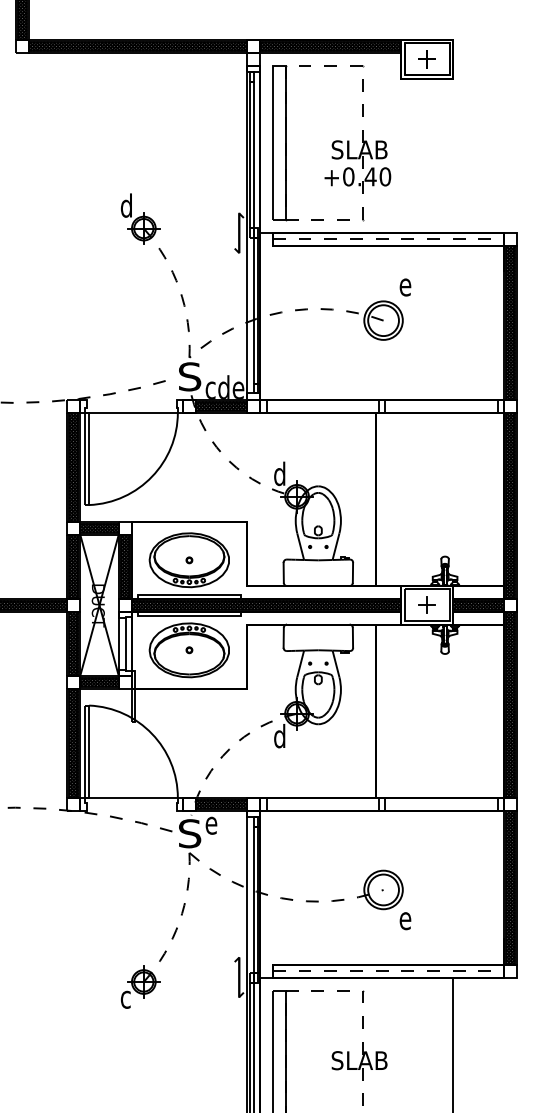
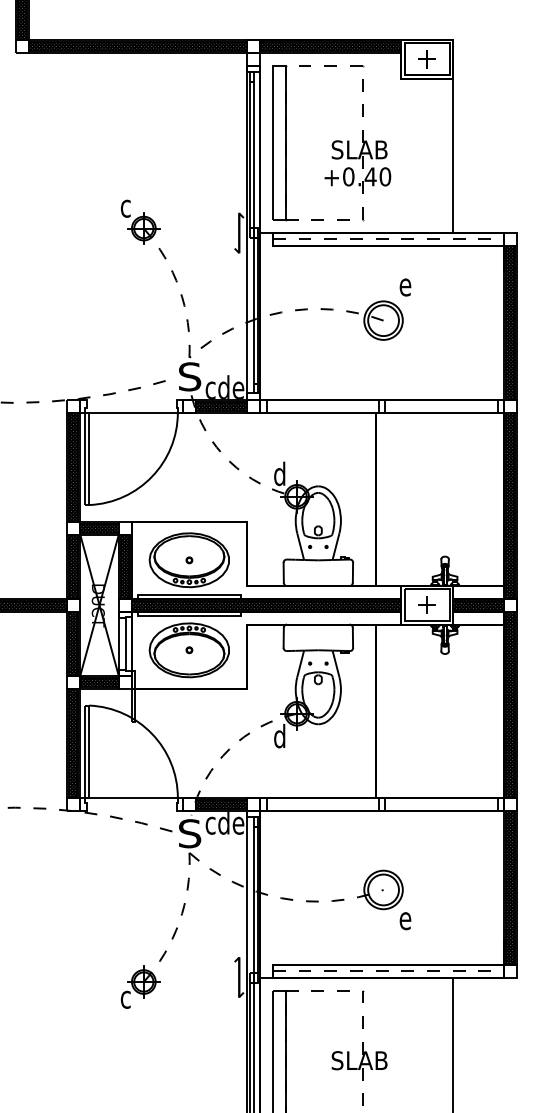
line at (452, 148): none -> present
text at (126, 205): d -> c
text at (225, 823): e -> cde
